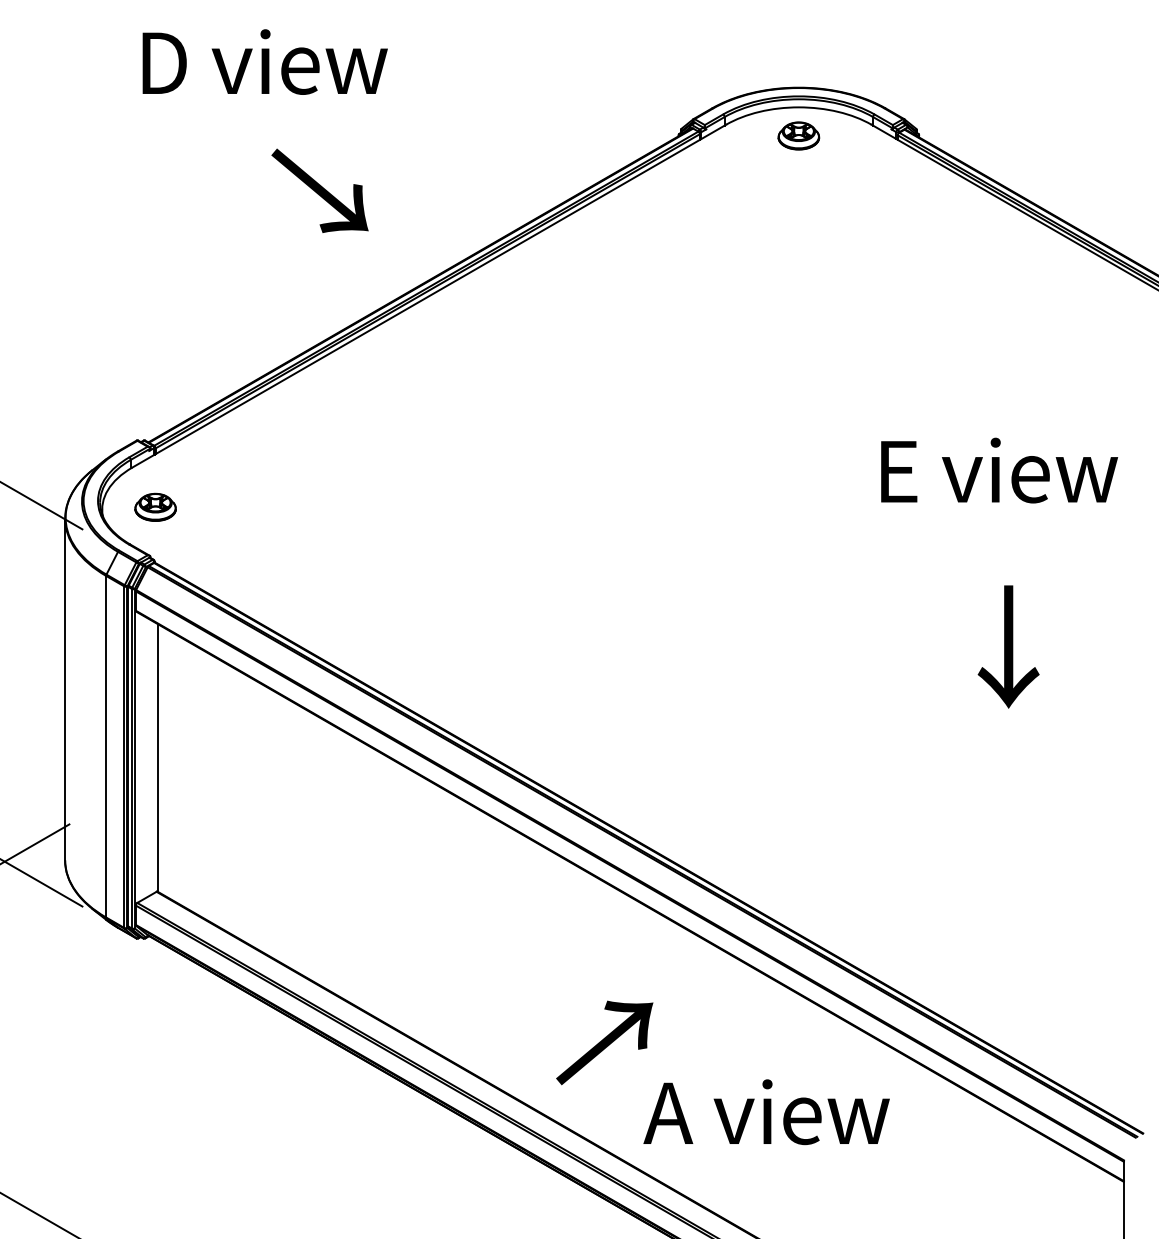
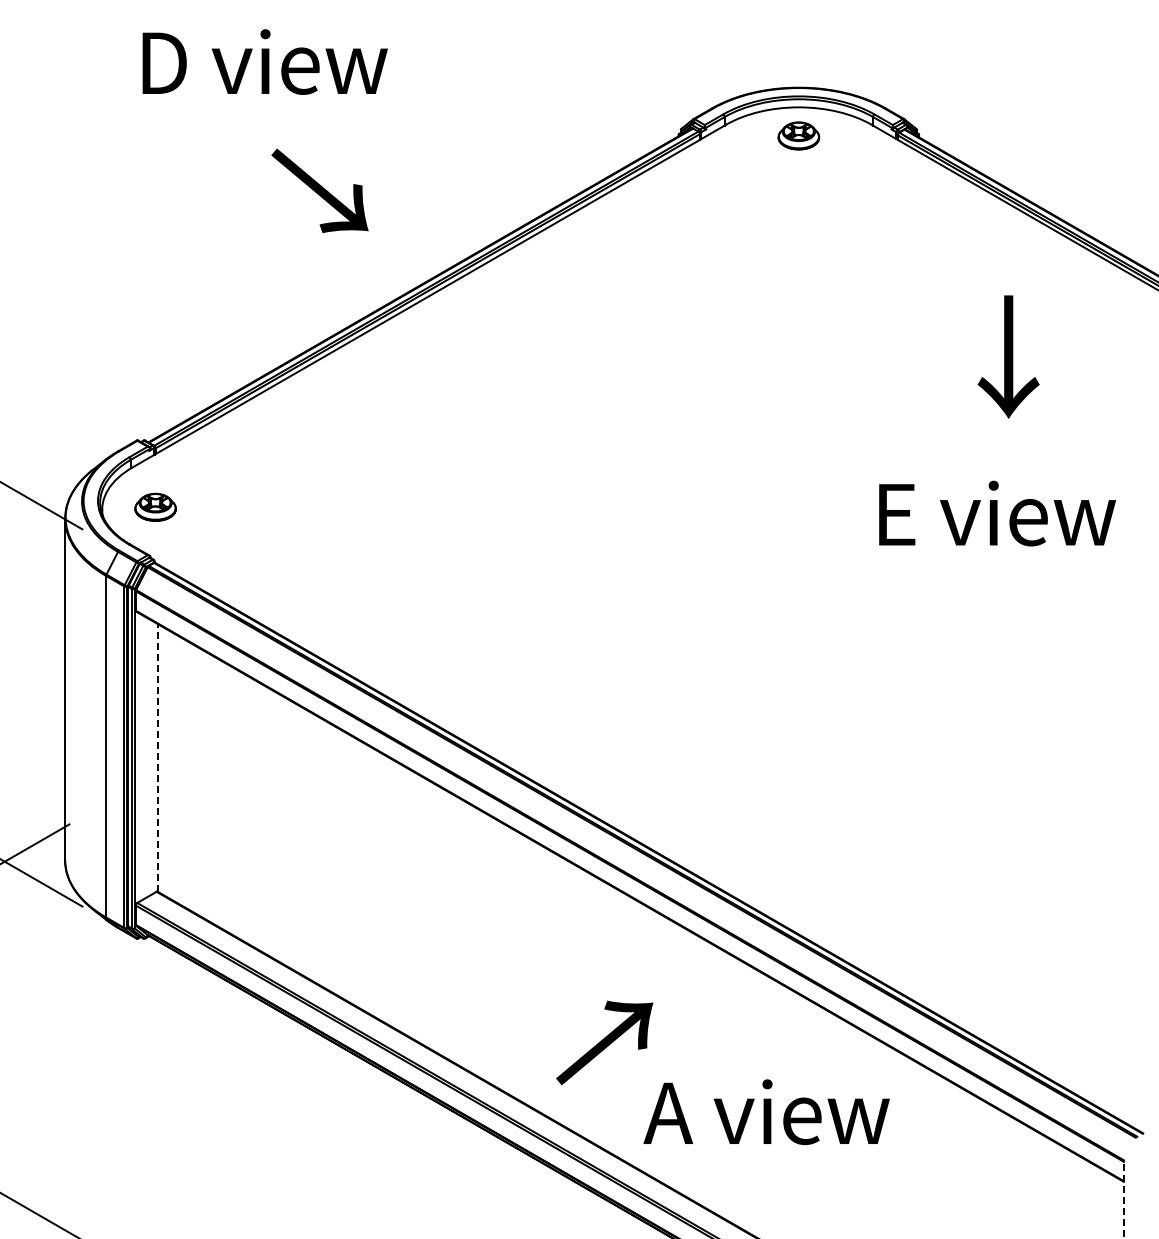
text at (999, 470) position: (999, 470) -> (997, 513)
text at (1008, 646) position: (1008, 646) -> (1008, 356)
line at (158, 758): solid -> dashed
line at (1123, 1199): solid -> dashed
